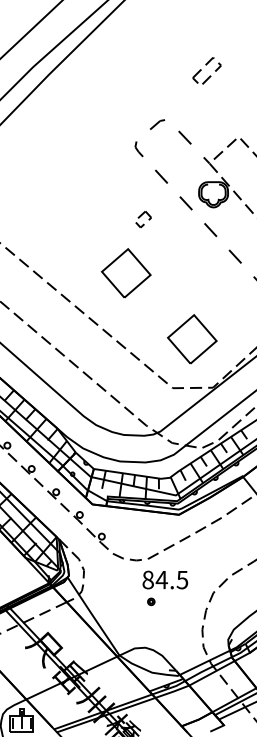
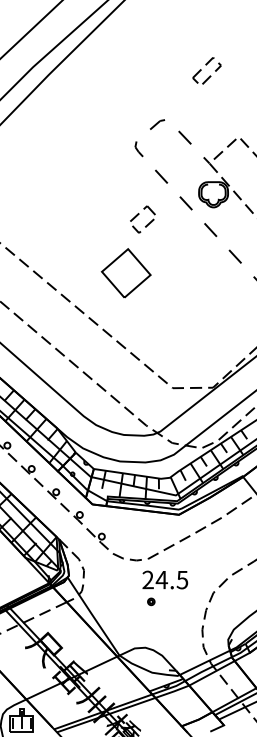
part at (143, 219) size: 17x18 px -> 26x29 px
part at (191, 339): present -> none
text at (147, 579): 84.5 -> 24.5
